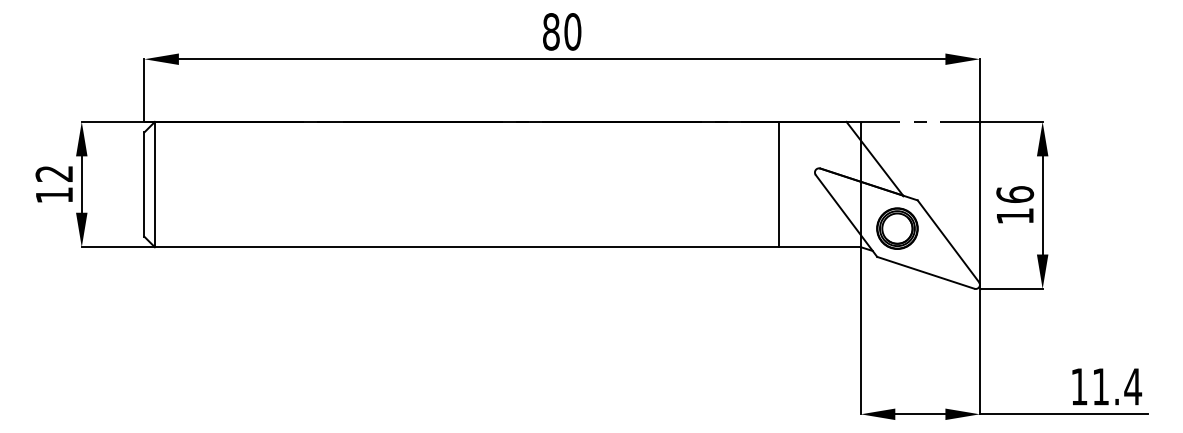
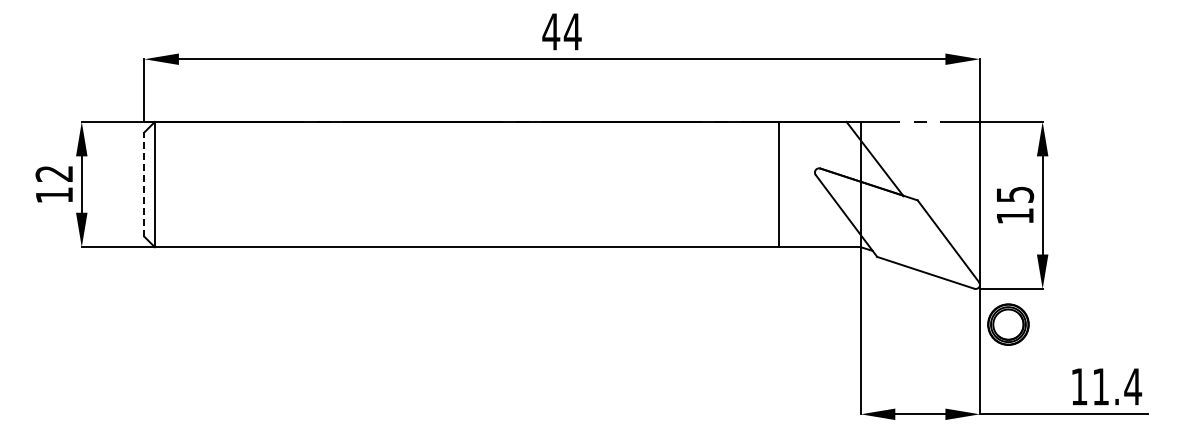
text at (561, 31): 80 -> 44
line at (144, 184): solid -> dashed
text at (1015, 194): 16 -> 15
part at (897, 228) position: (897, 228) -> (1008, 324)
